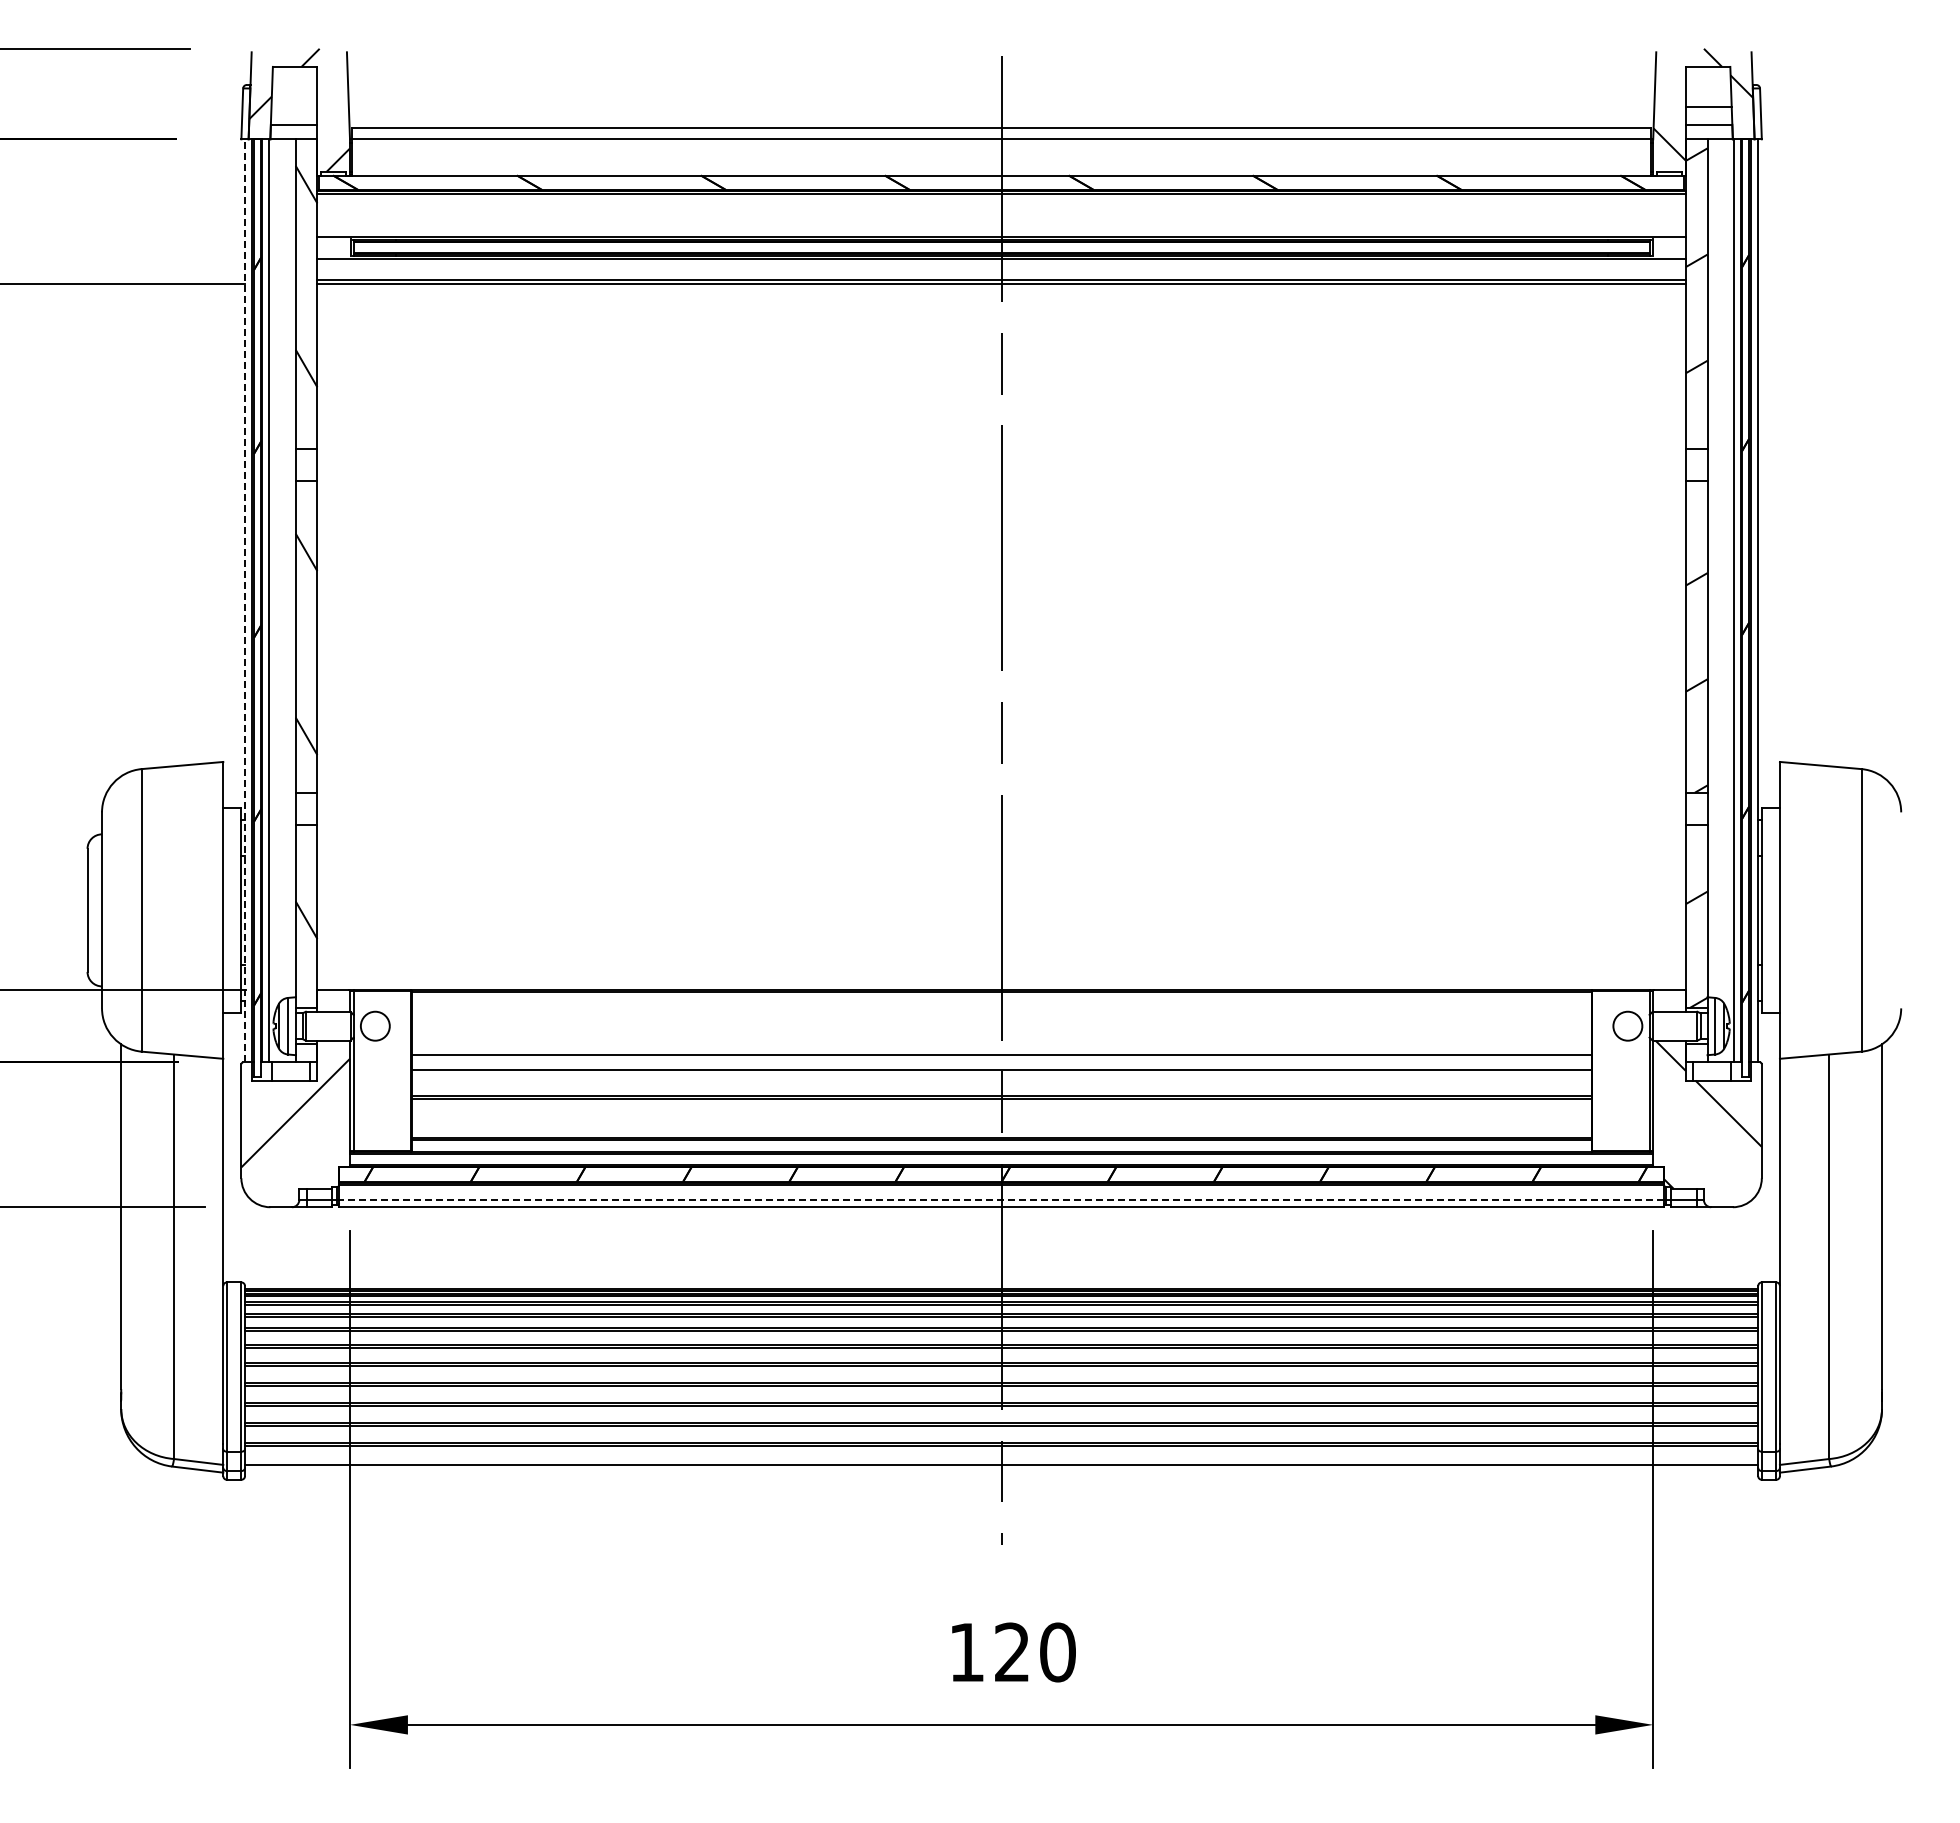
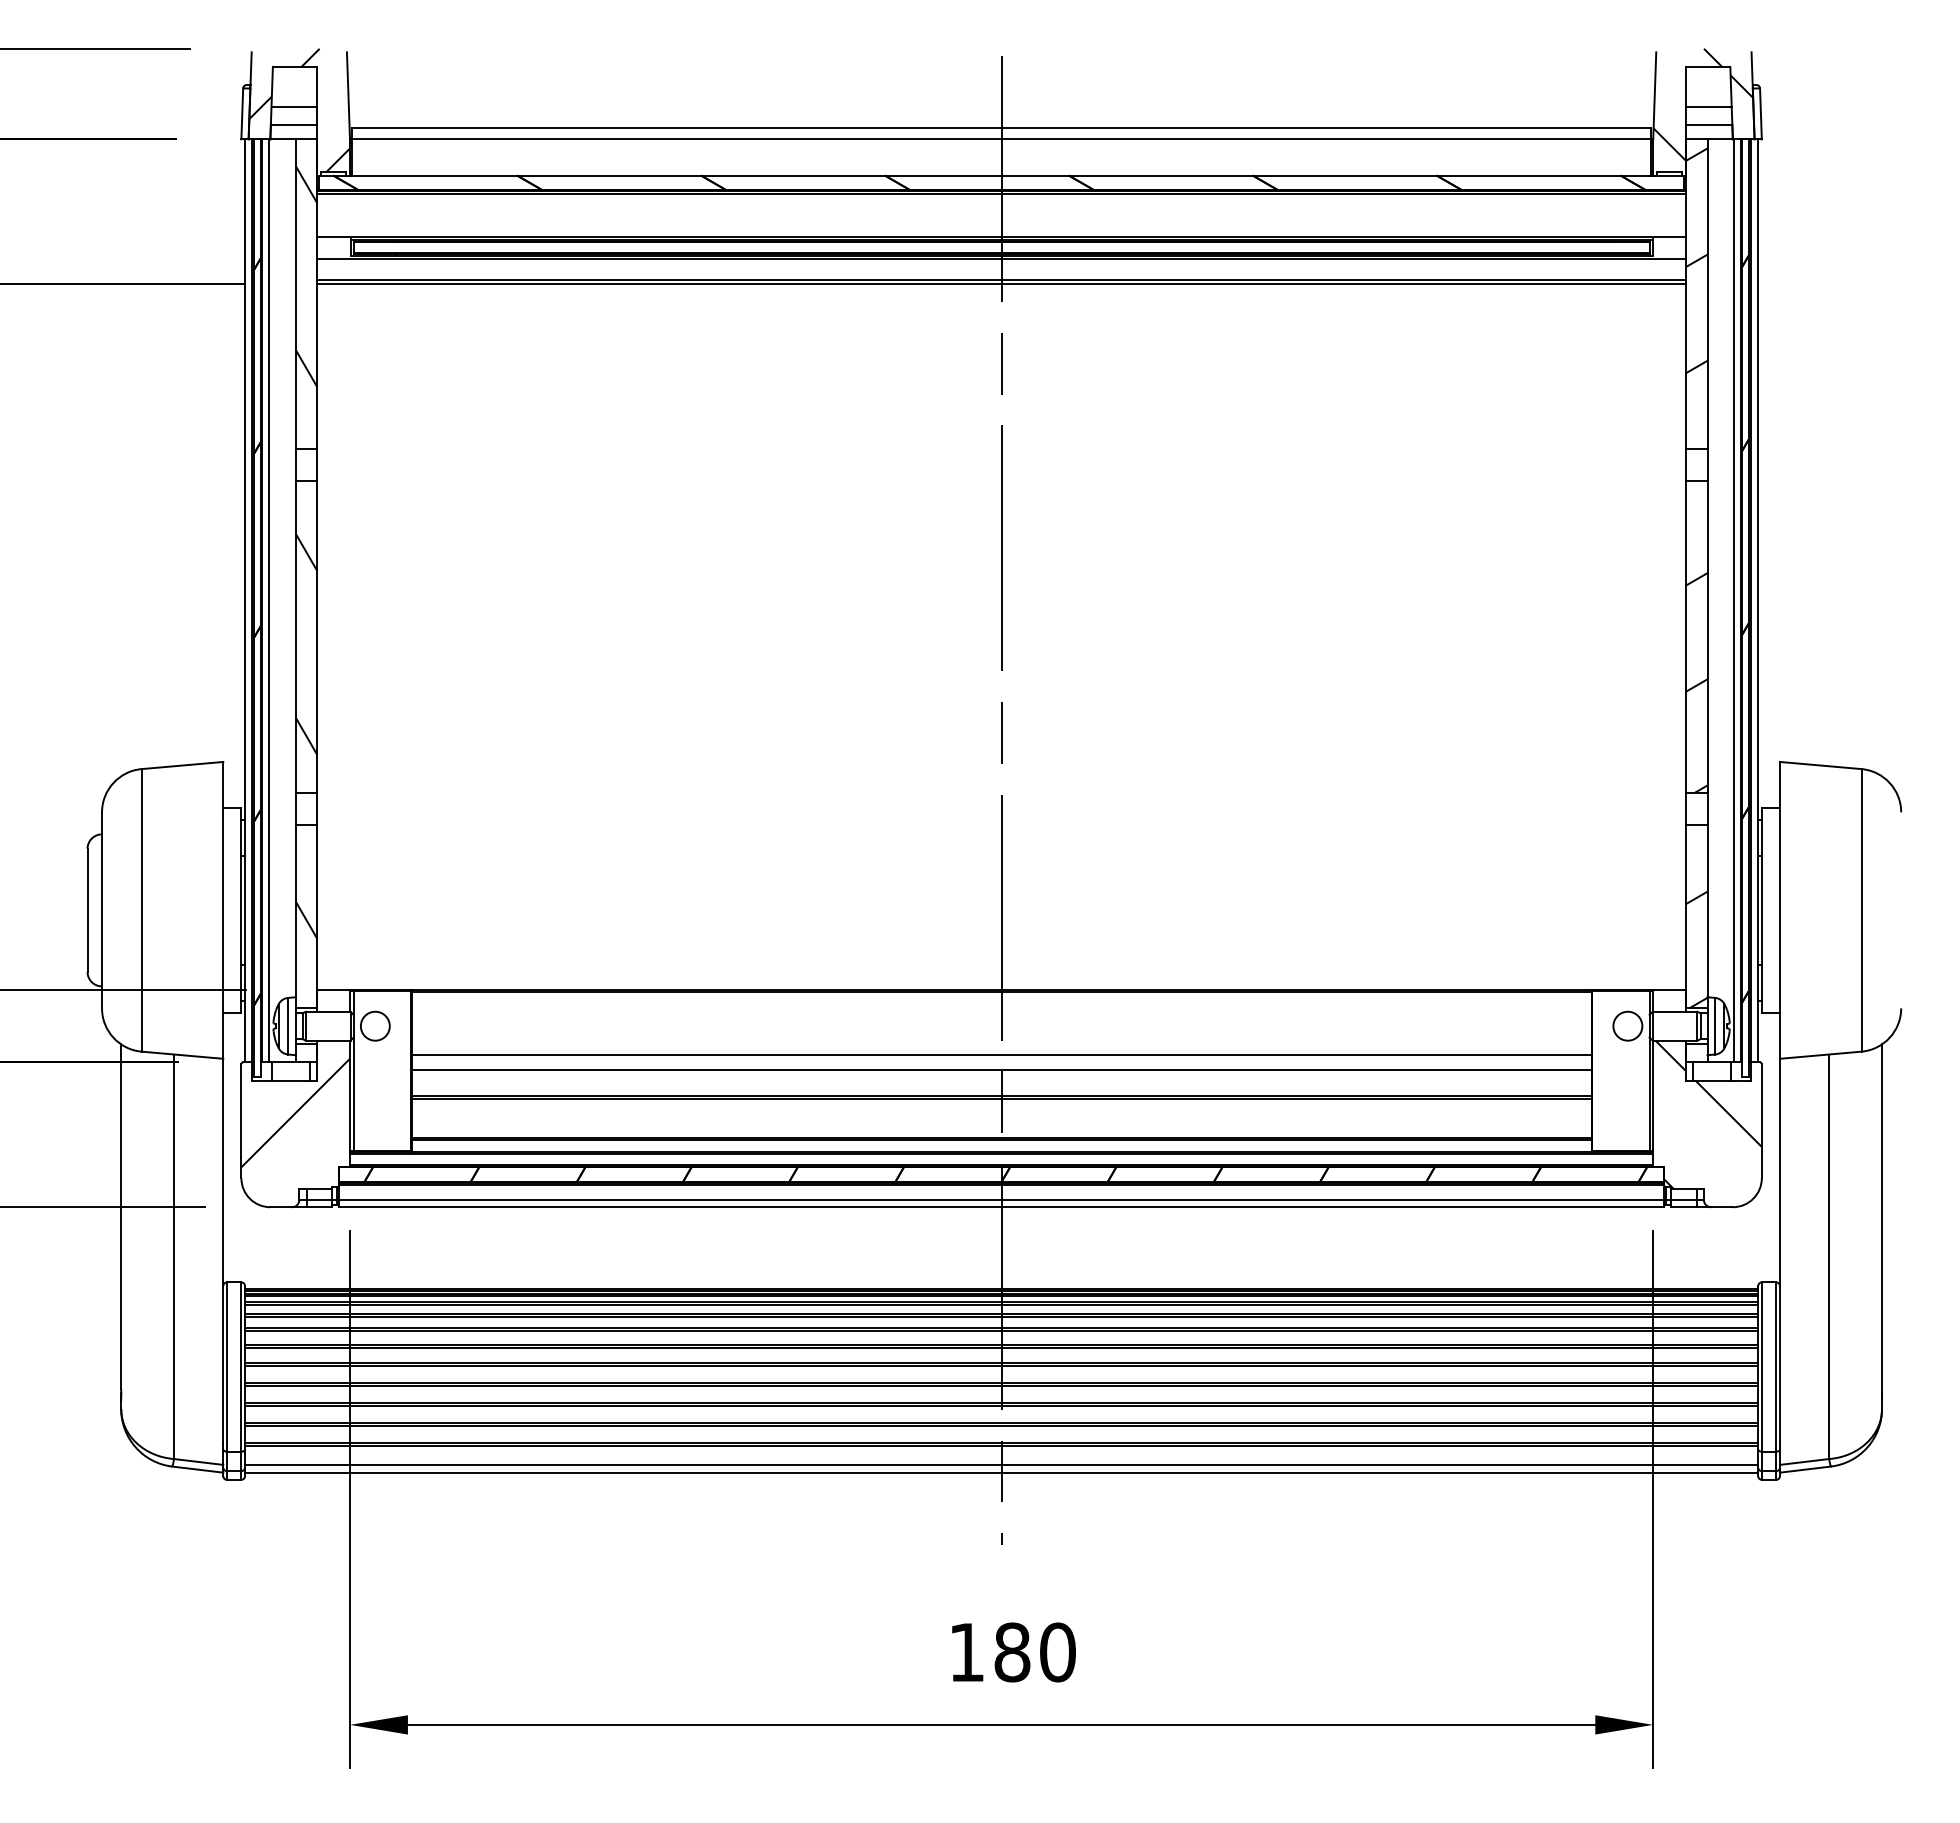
line at (294, 106): none -> present
line at (245, 600): dashed -> solid
line at (1001, 1199): dashed -> solid
line at (1001, 1472): none -> present
text at (1012, 1652): 120 -> 180
